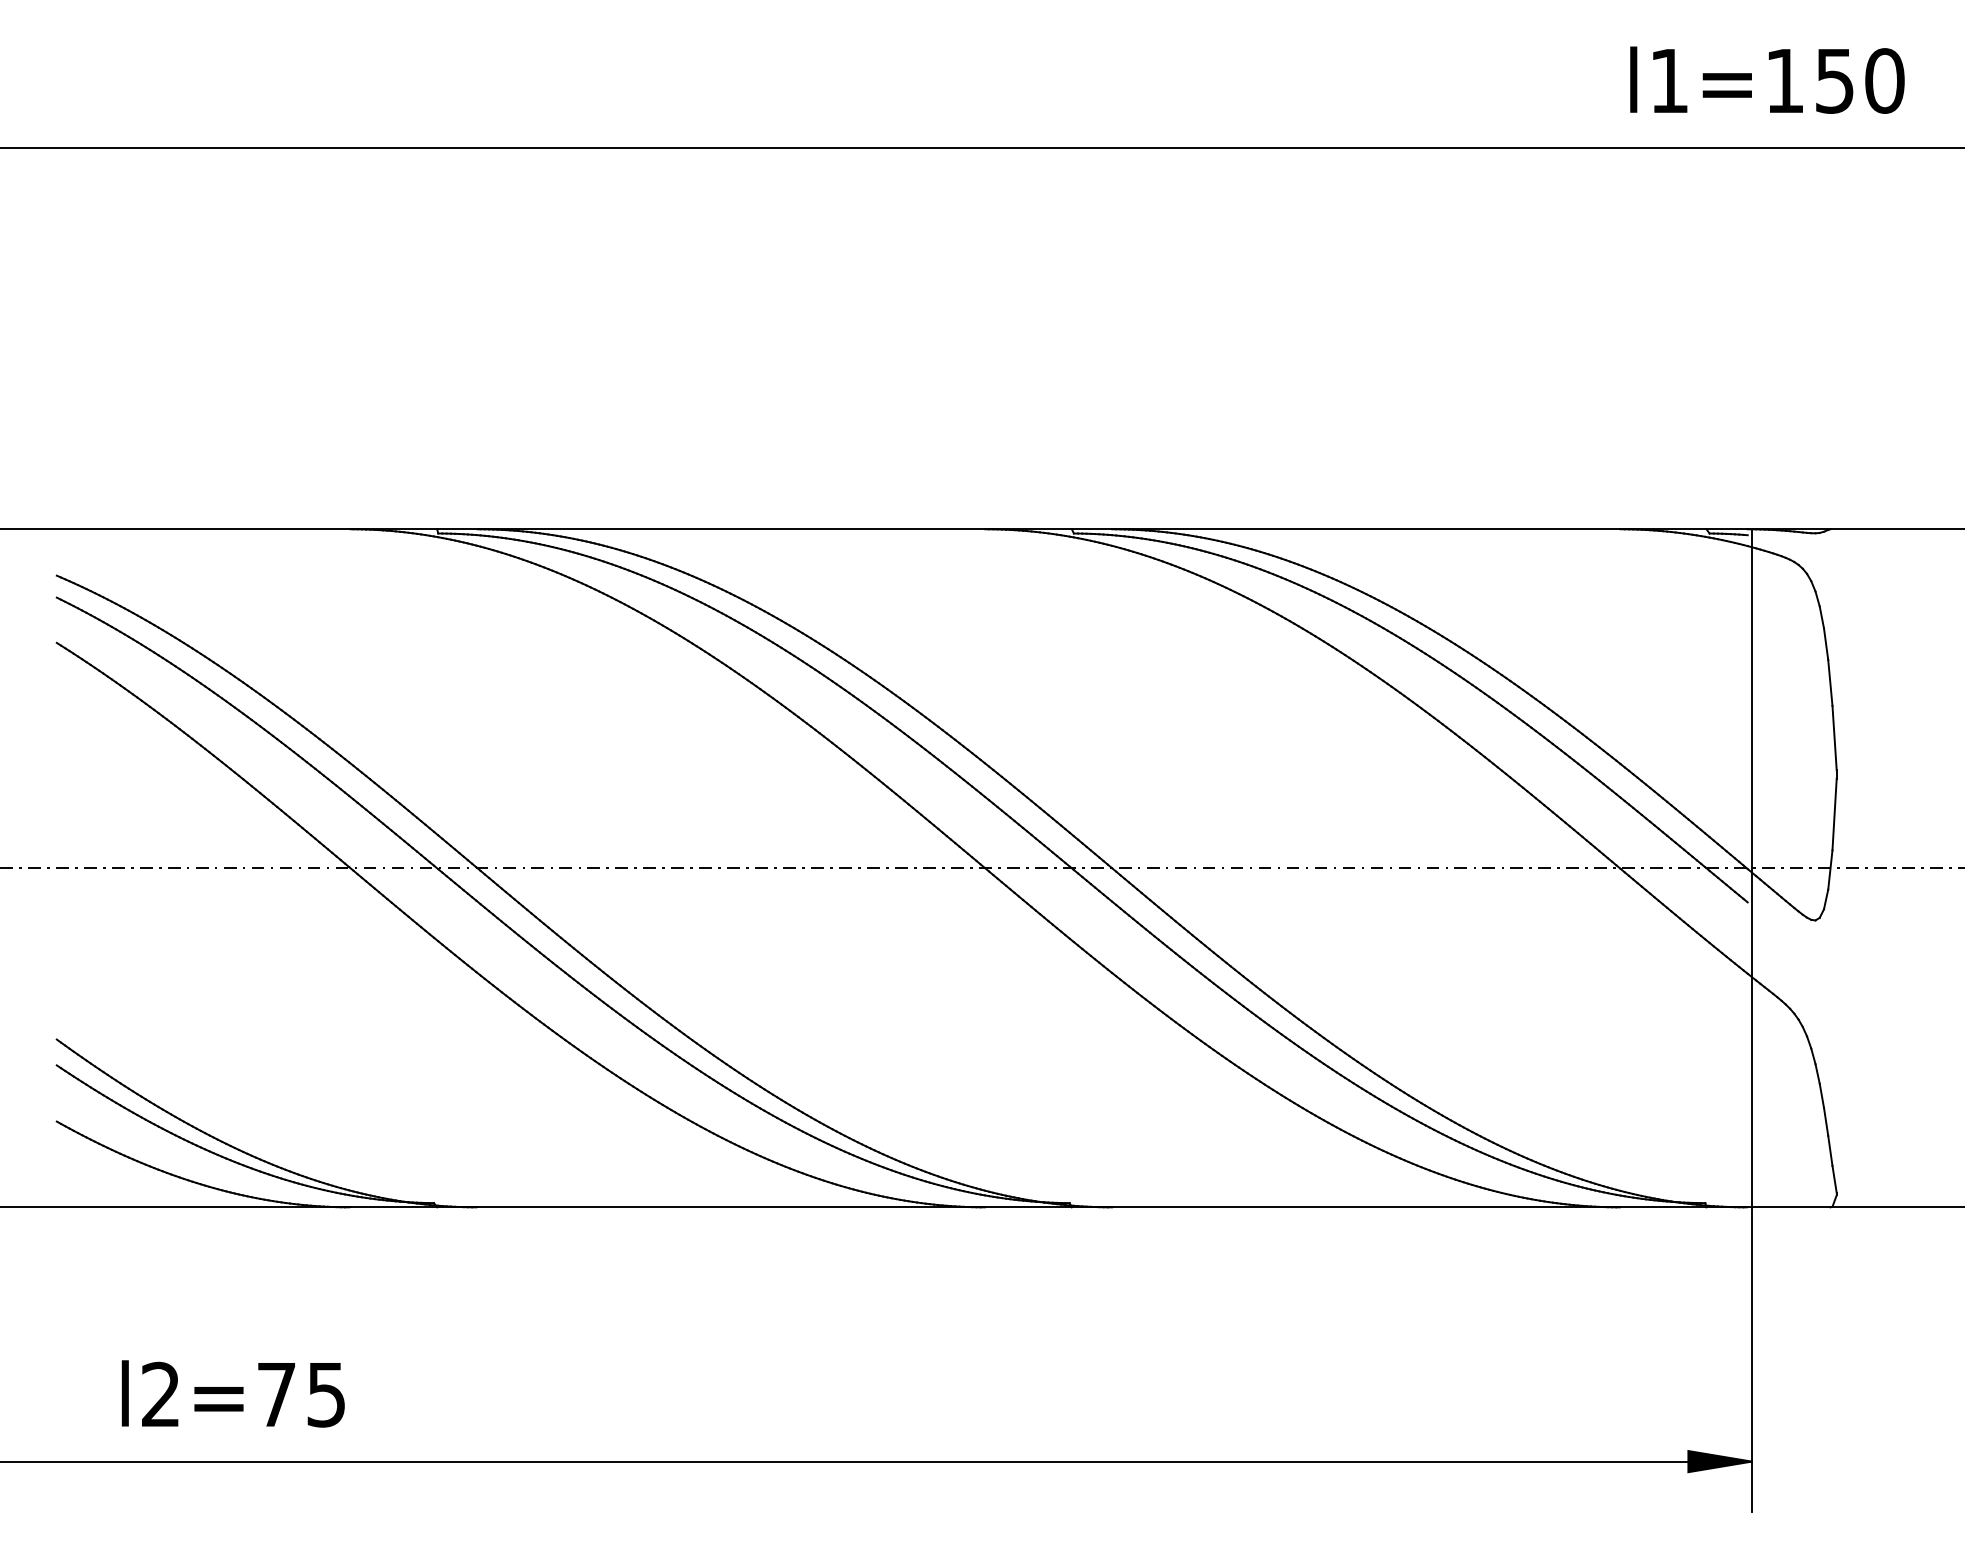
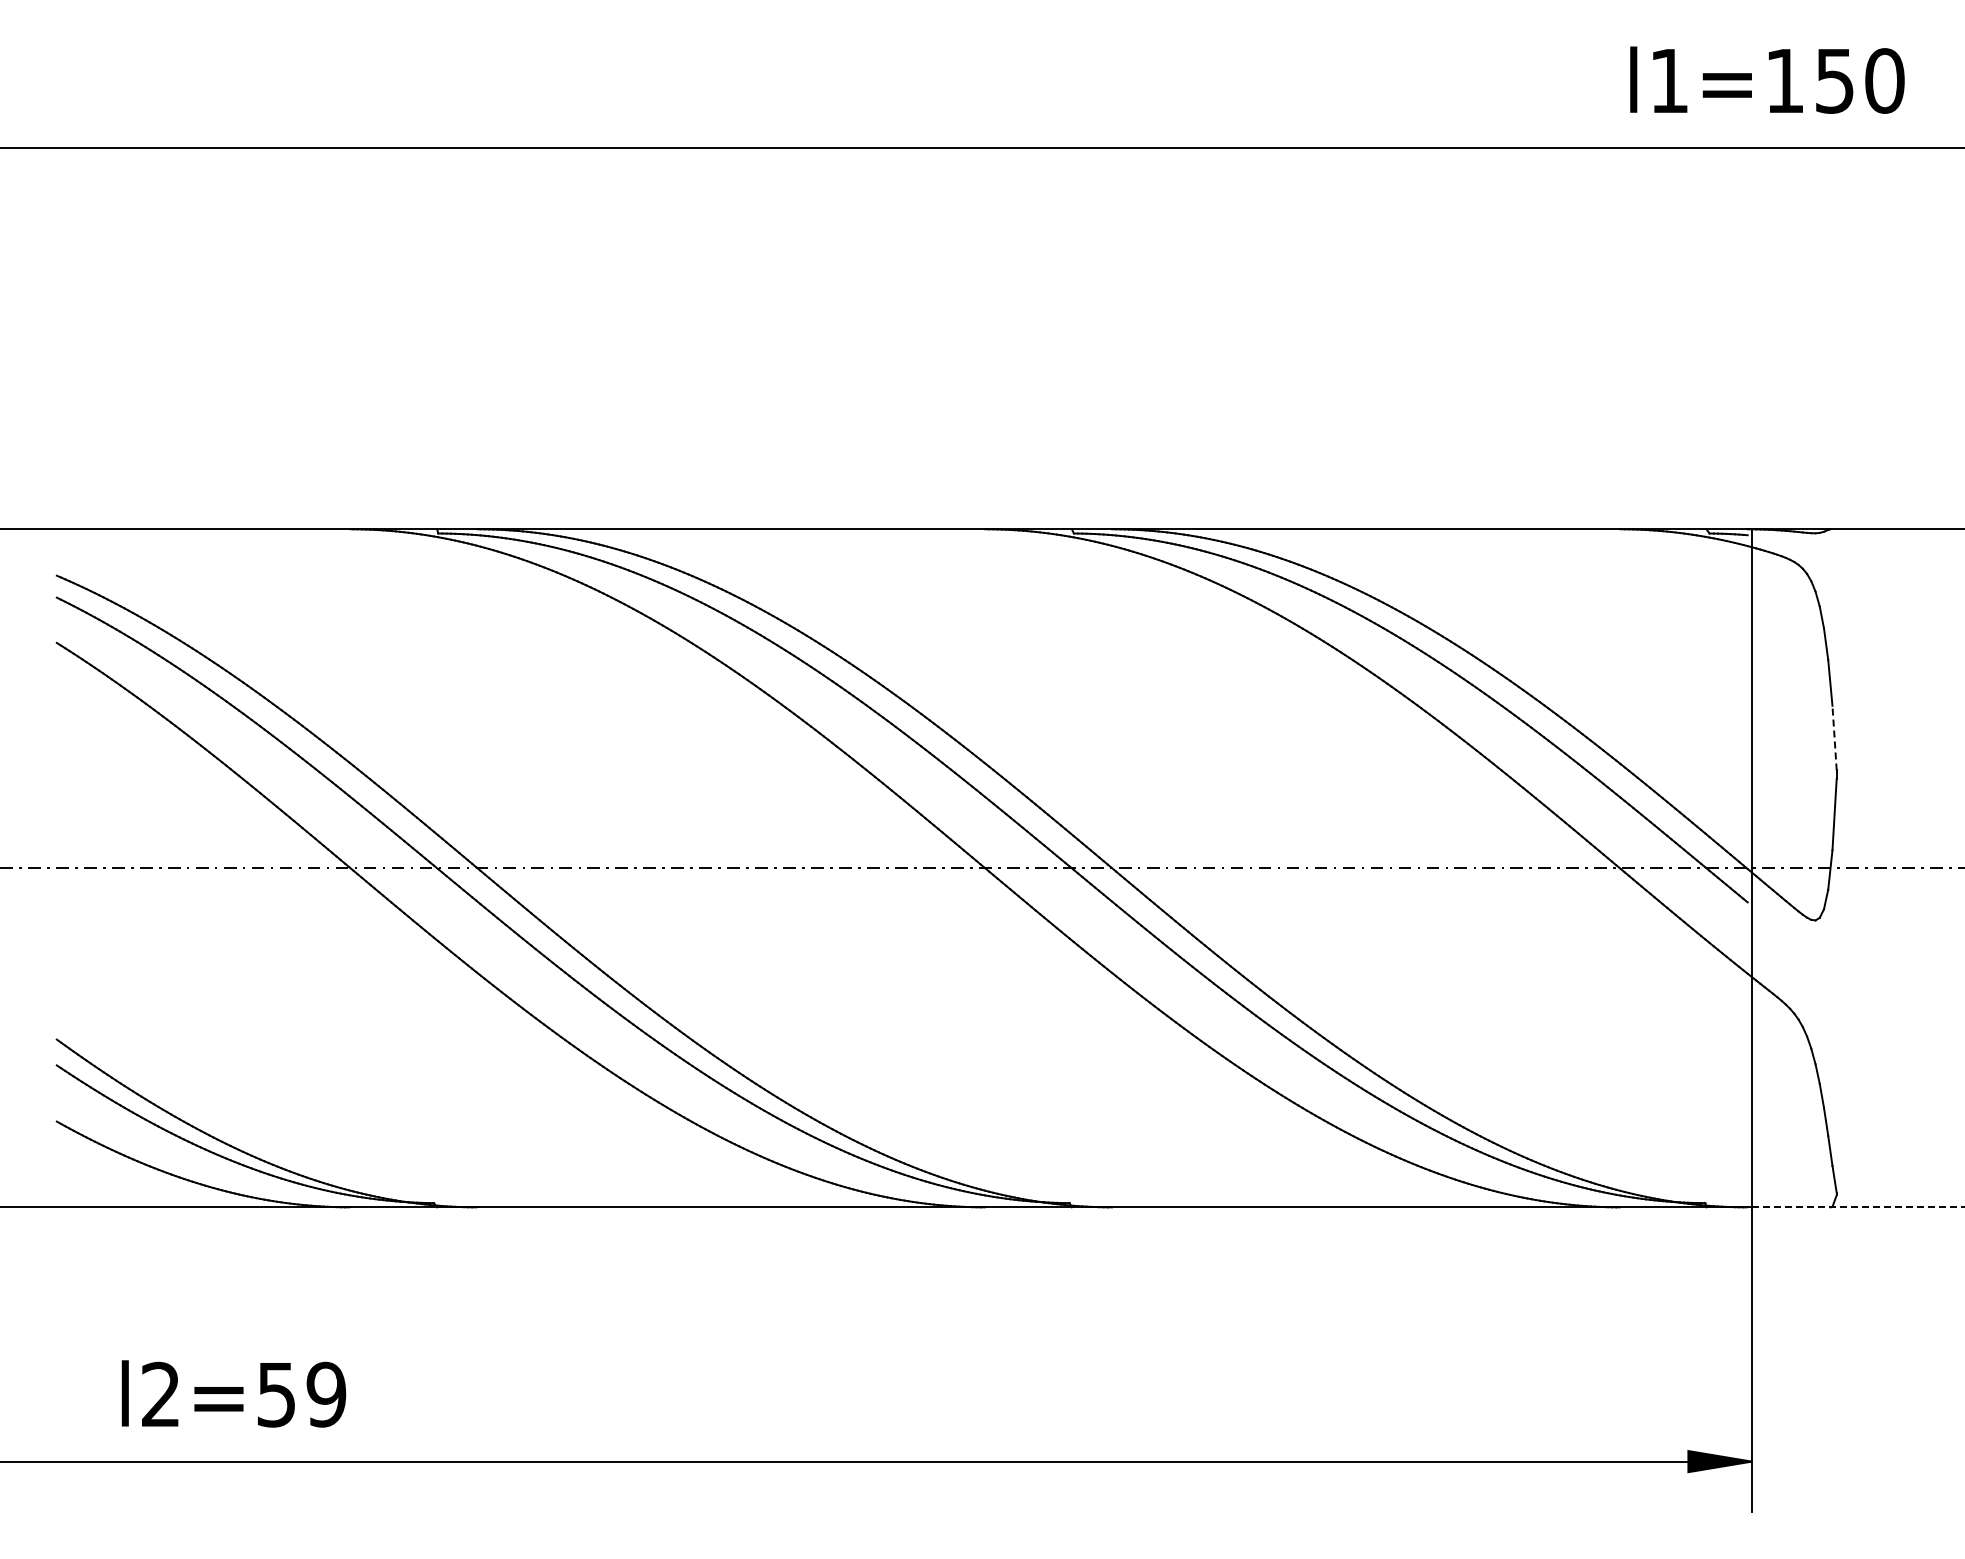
line at (1834, 737): solid -> dashed
line at (1858, 1207): solid -> dashed
text at (302, 1394): l2=75 -> l2=59
